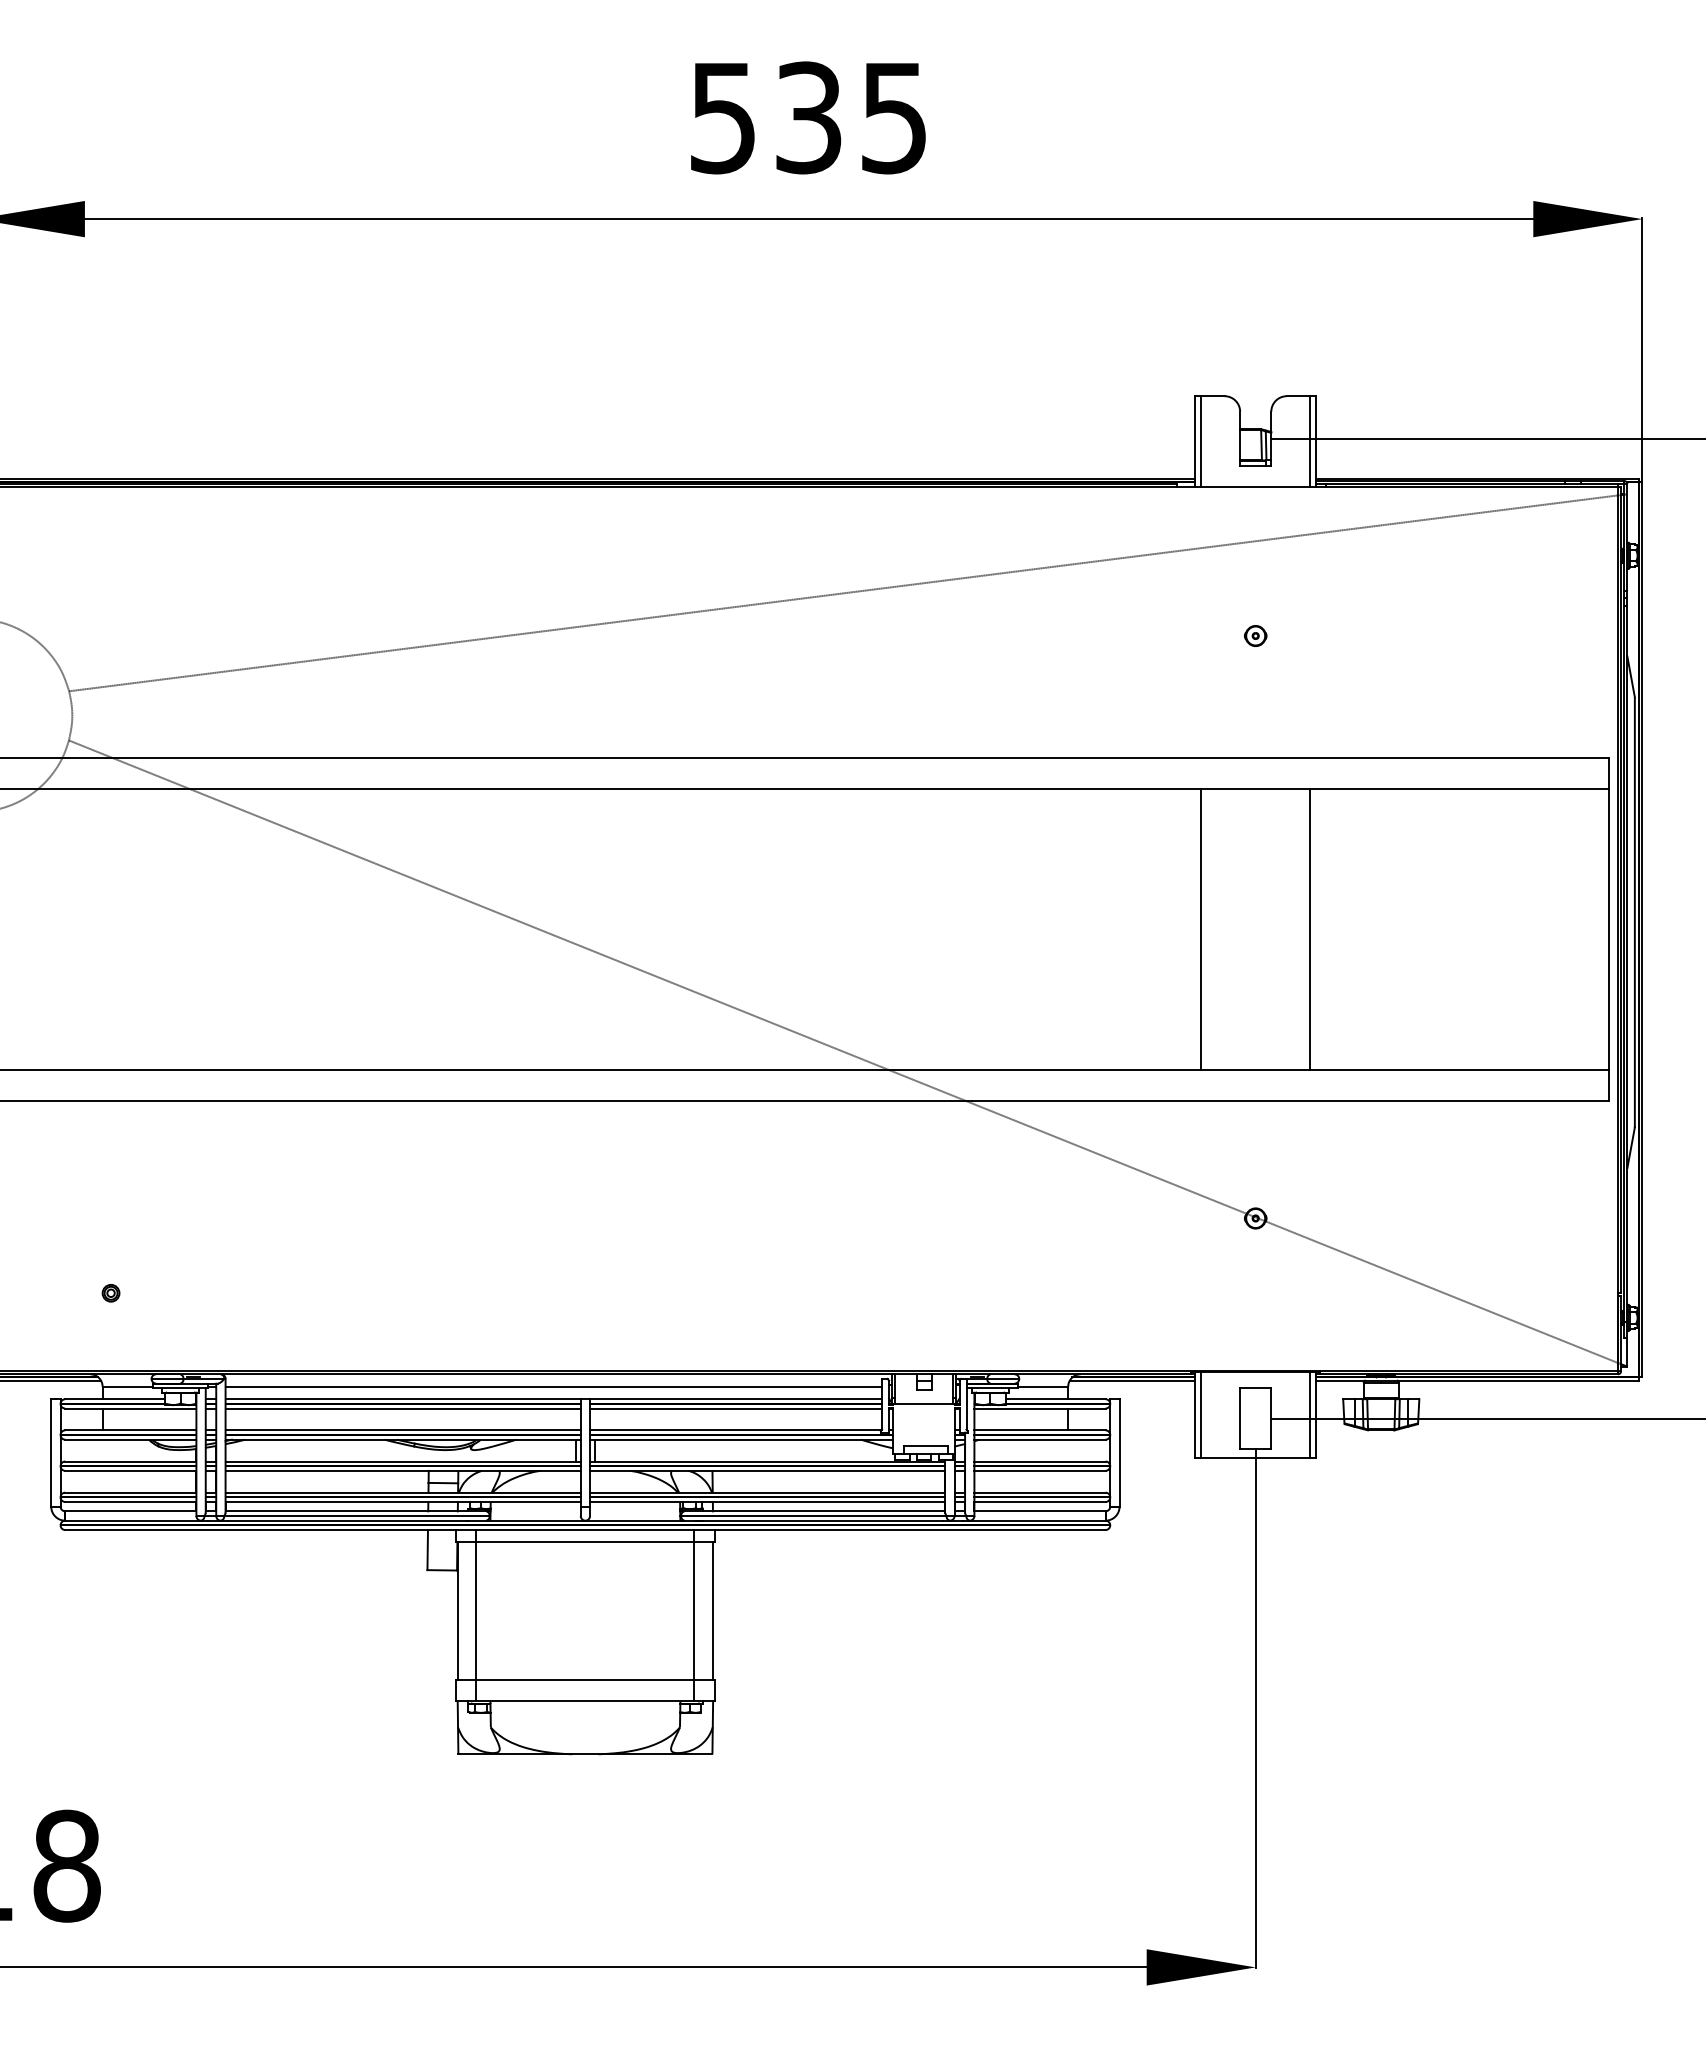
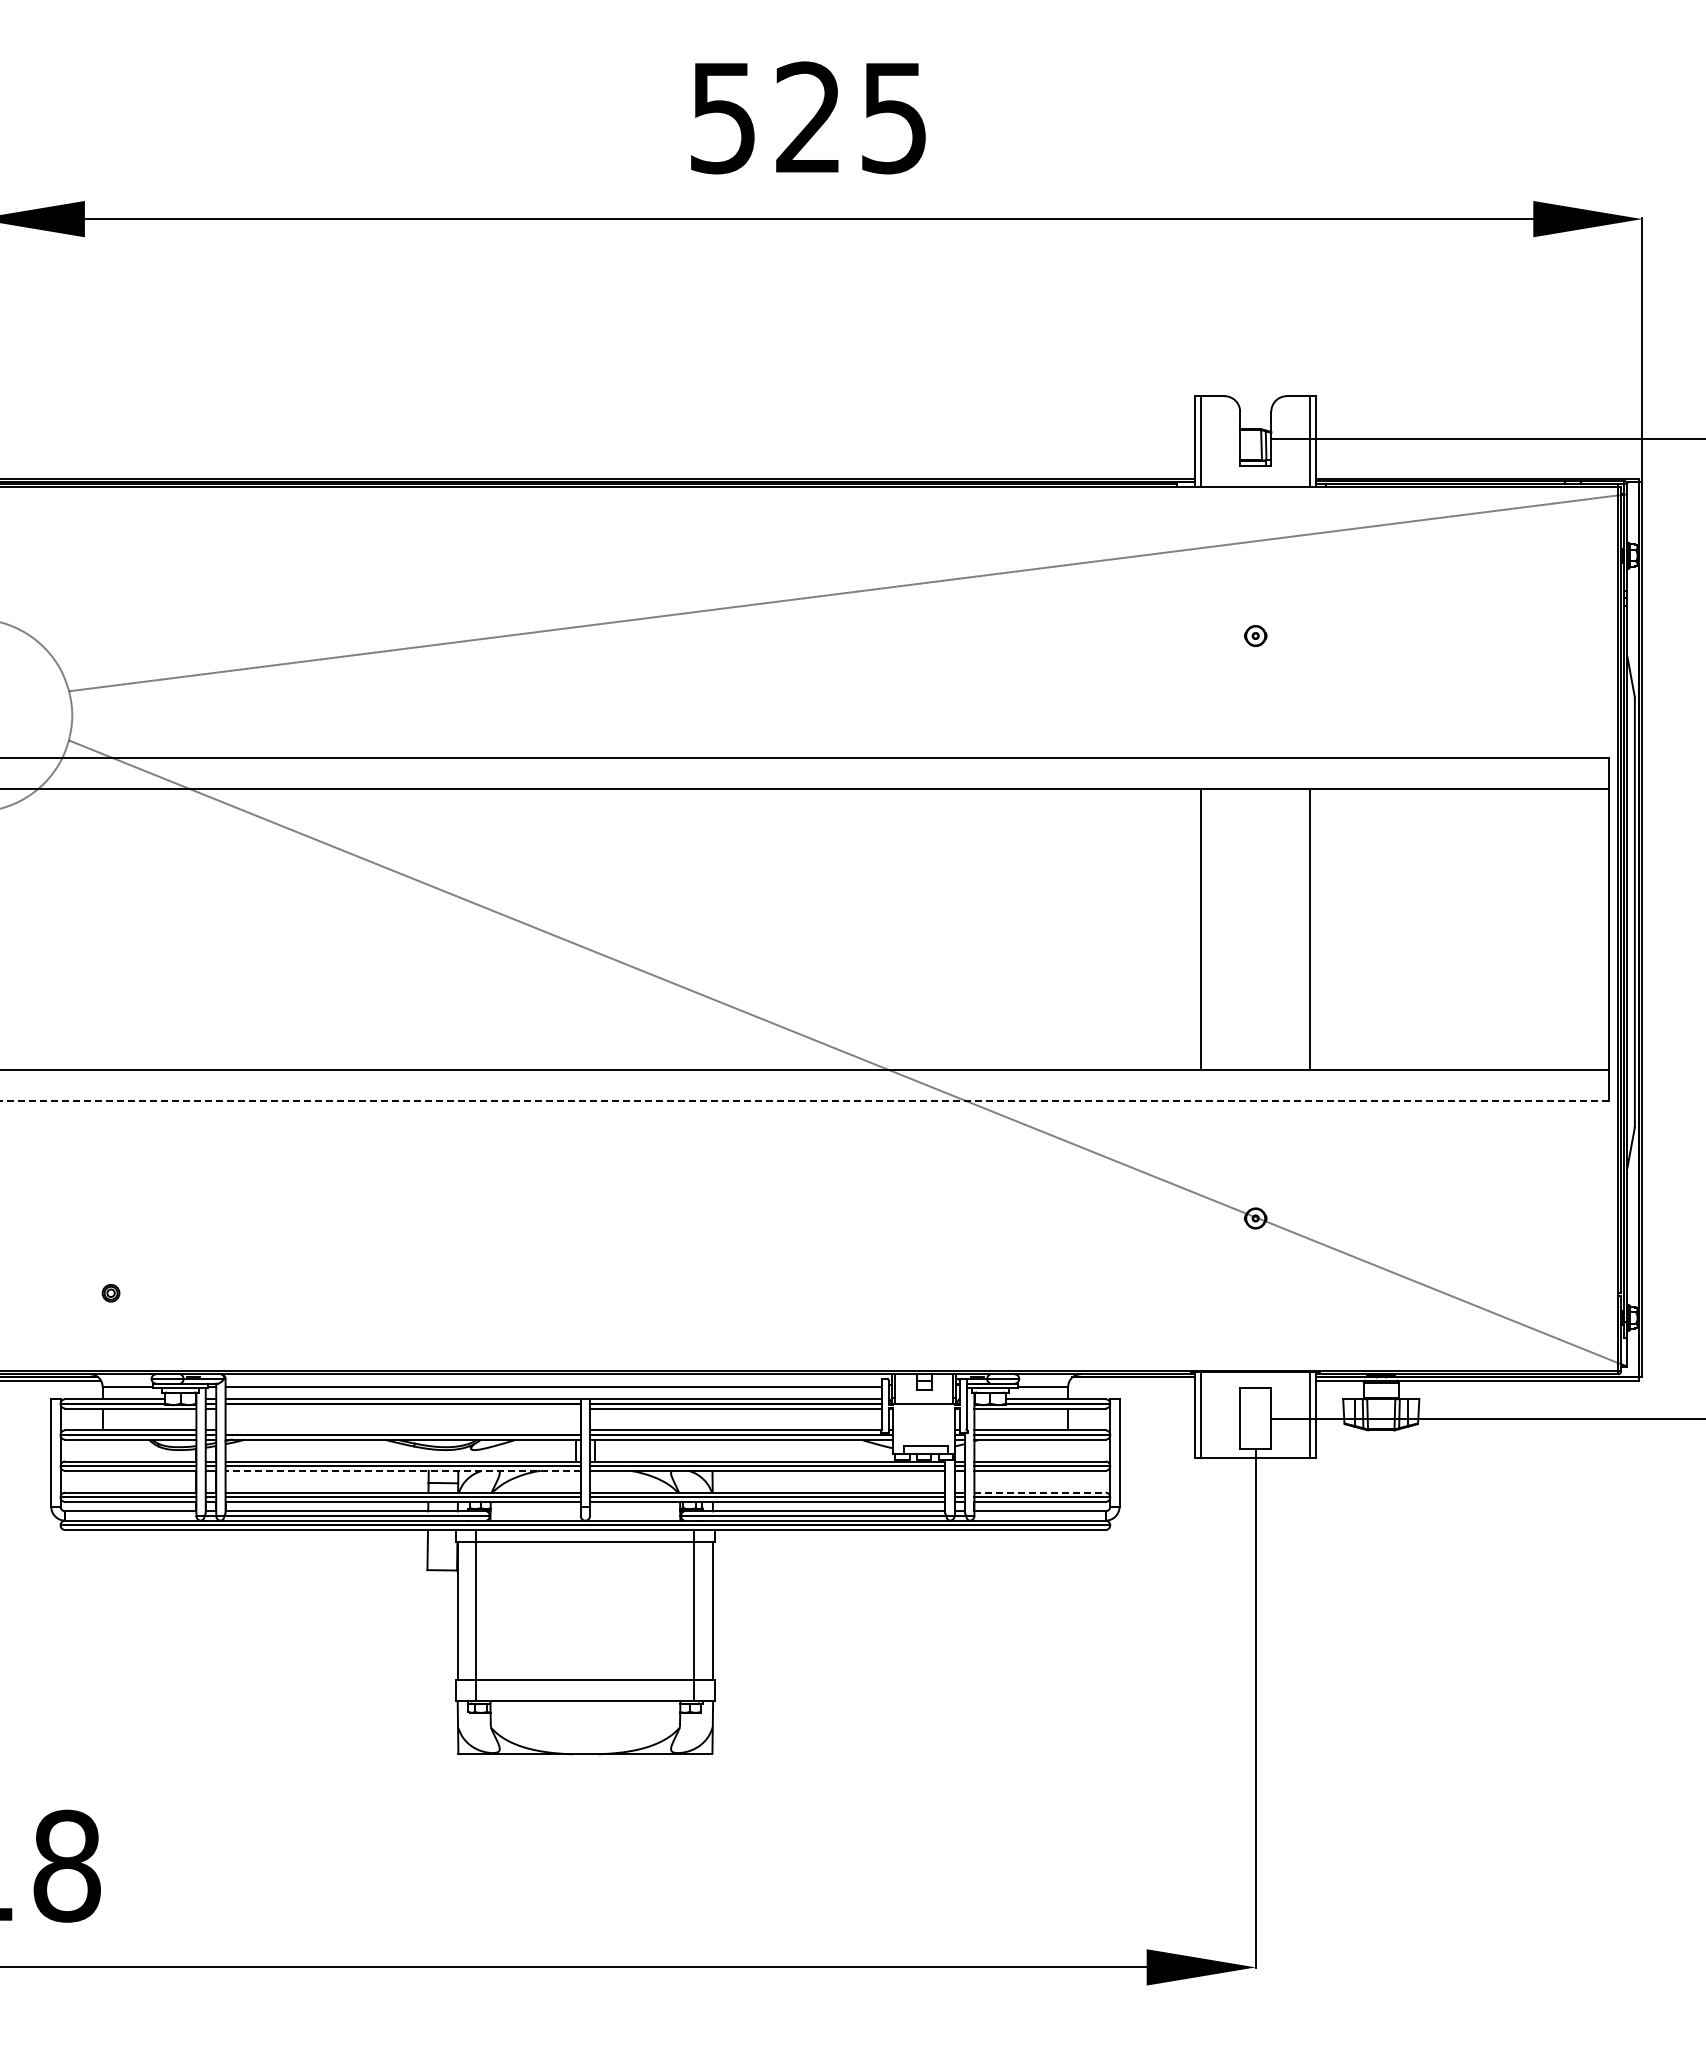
text at (808, 117): 535 -> 525
line at (803, 1100): solid -> dashed
line at (1131, 1380): present -> none
line at (402, 1408): present -> none
line at (402, 1430): present -> none
line at (403, 1470): solid -> dashed
line at (1040, 1492): solid -> dashed
